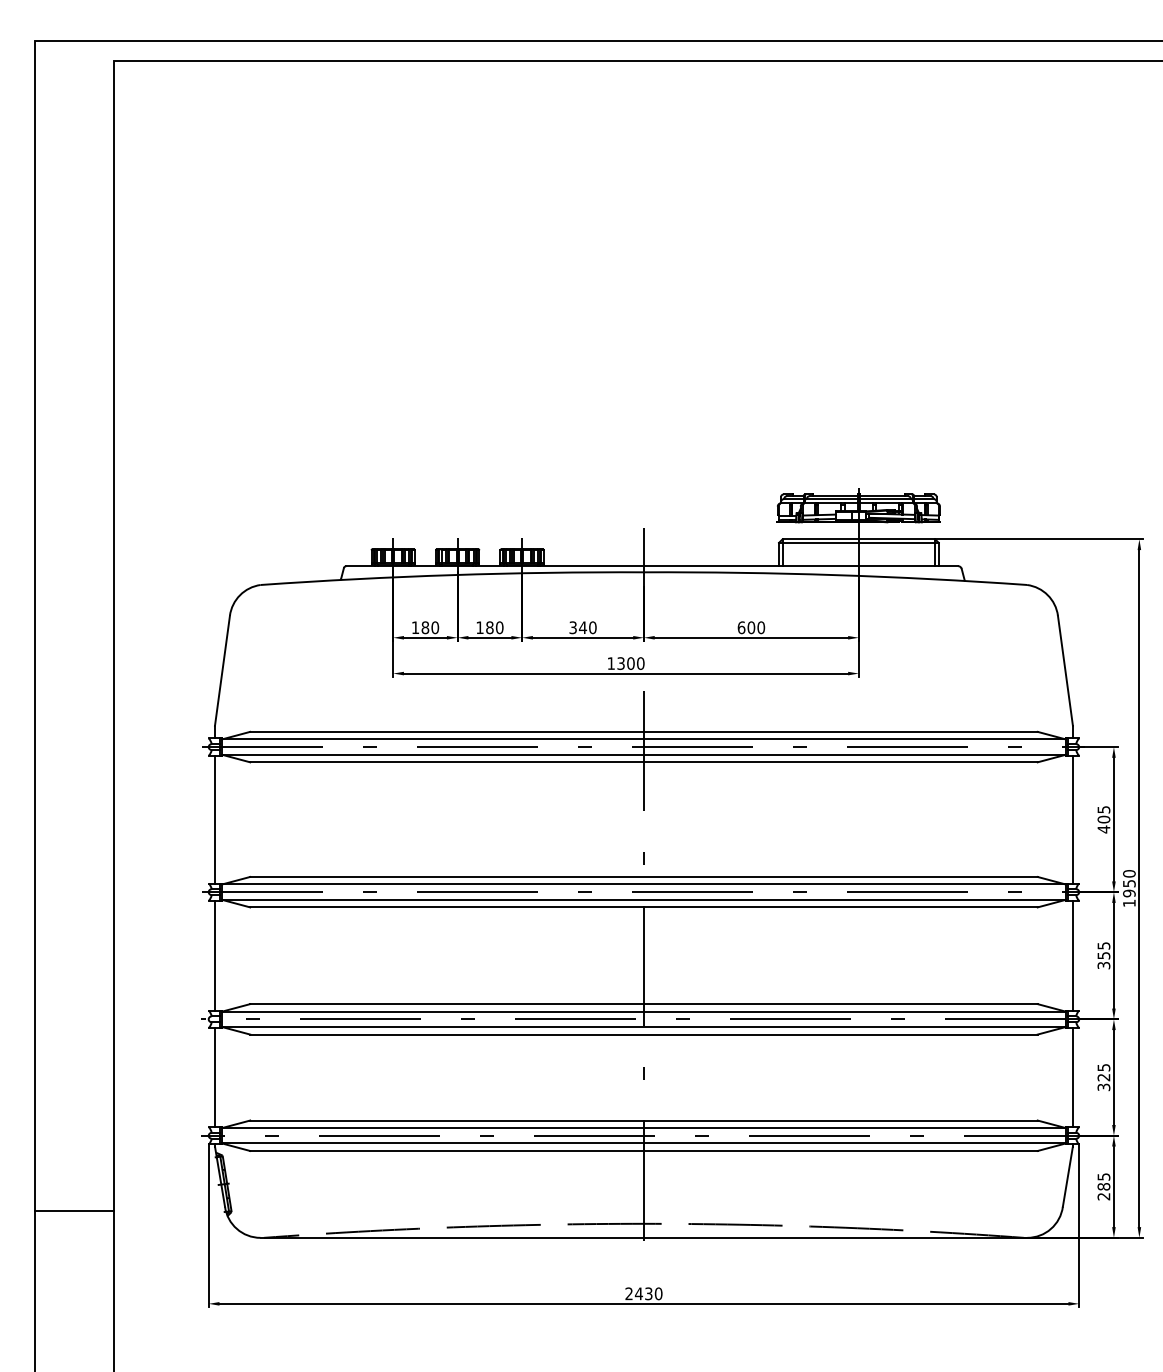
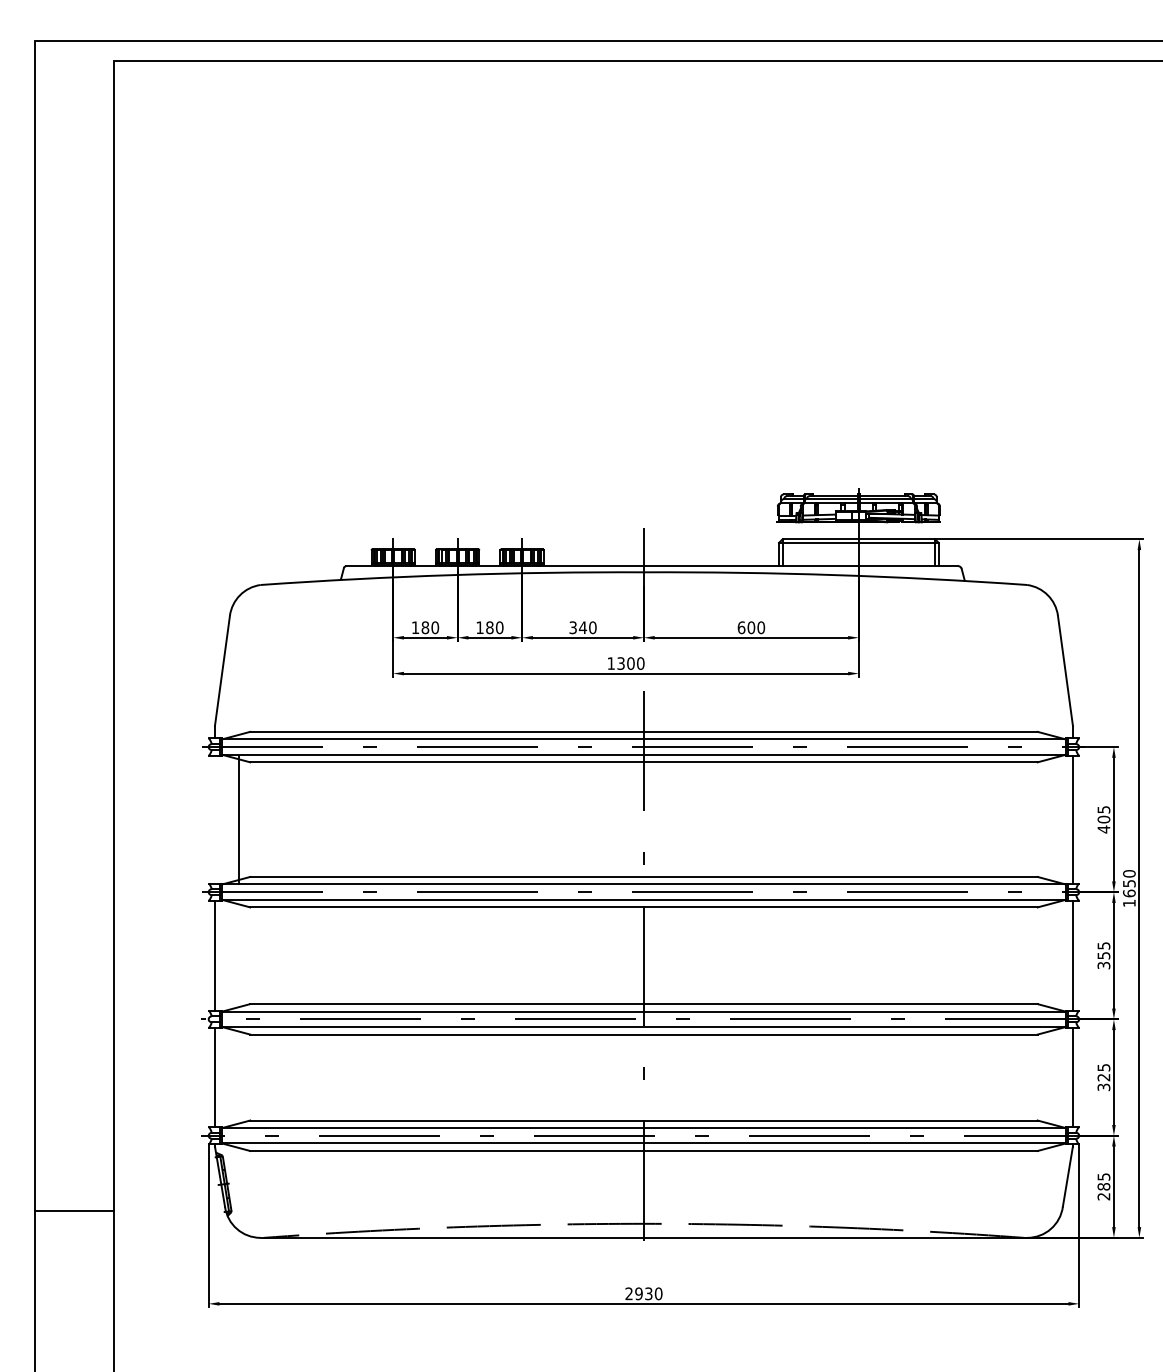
line at (214, 819) position: (214, 819) -> (238, 819)
text at (1129, 893): 1950 -> 1650
text at (638, 1293): 2430 -> 2930
